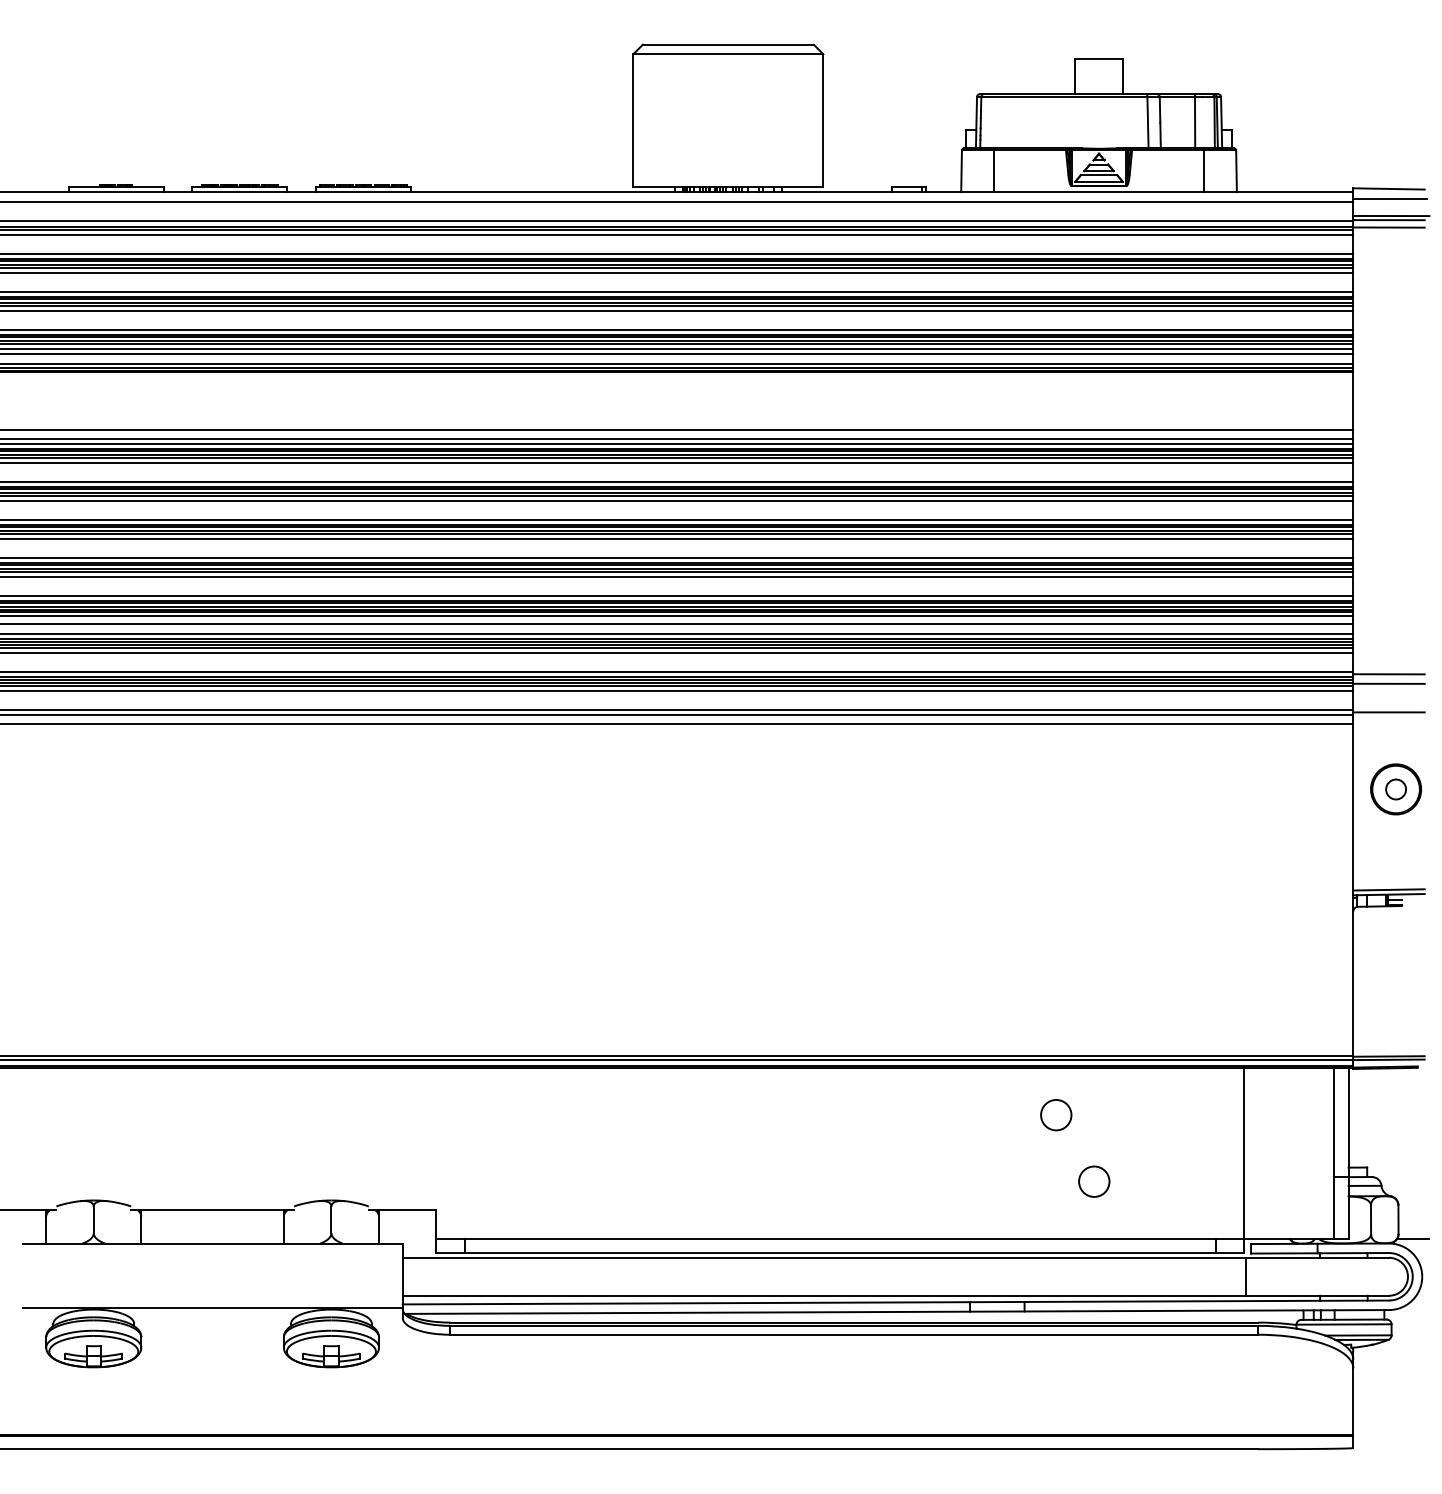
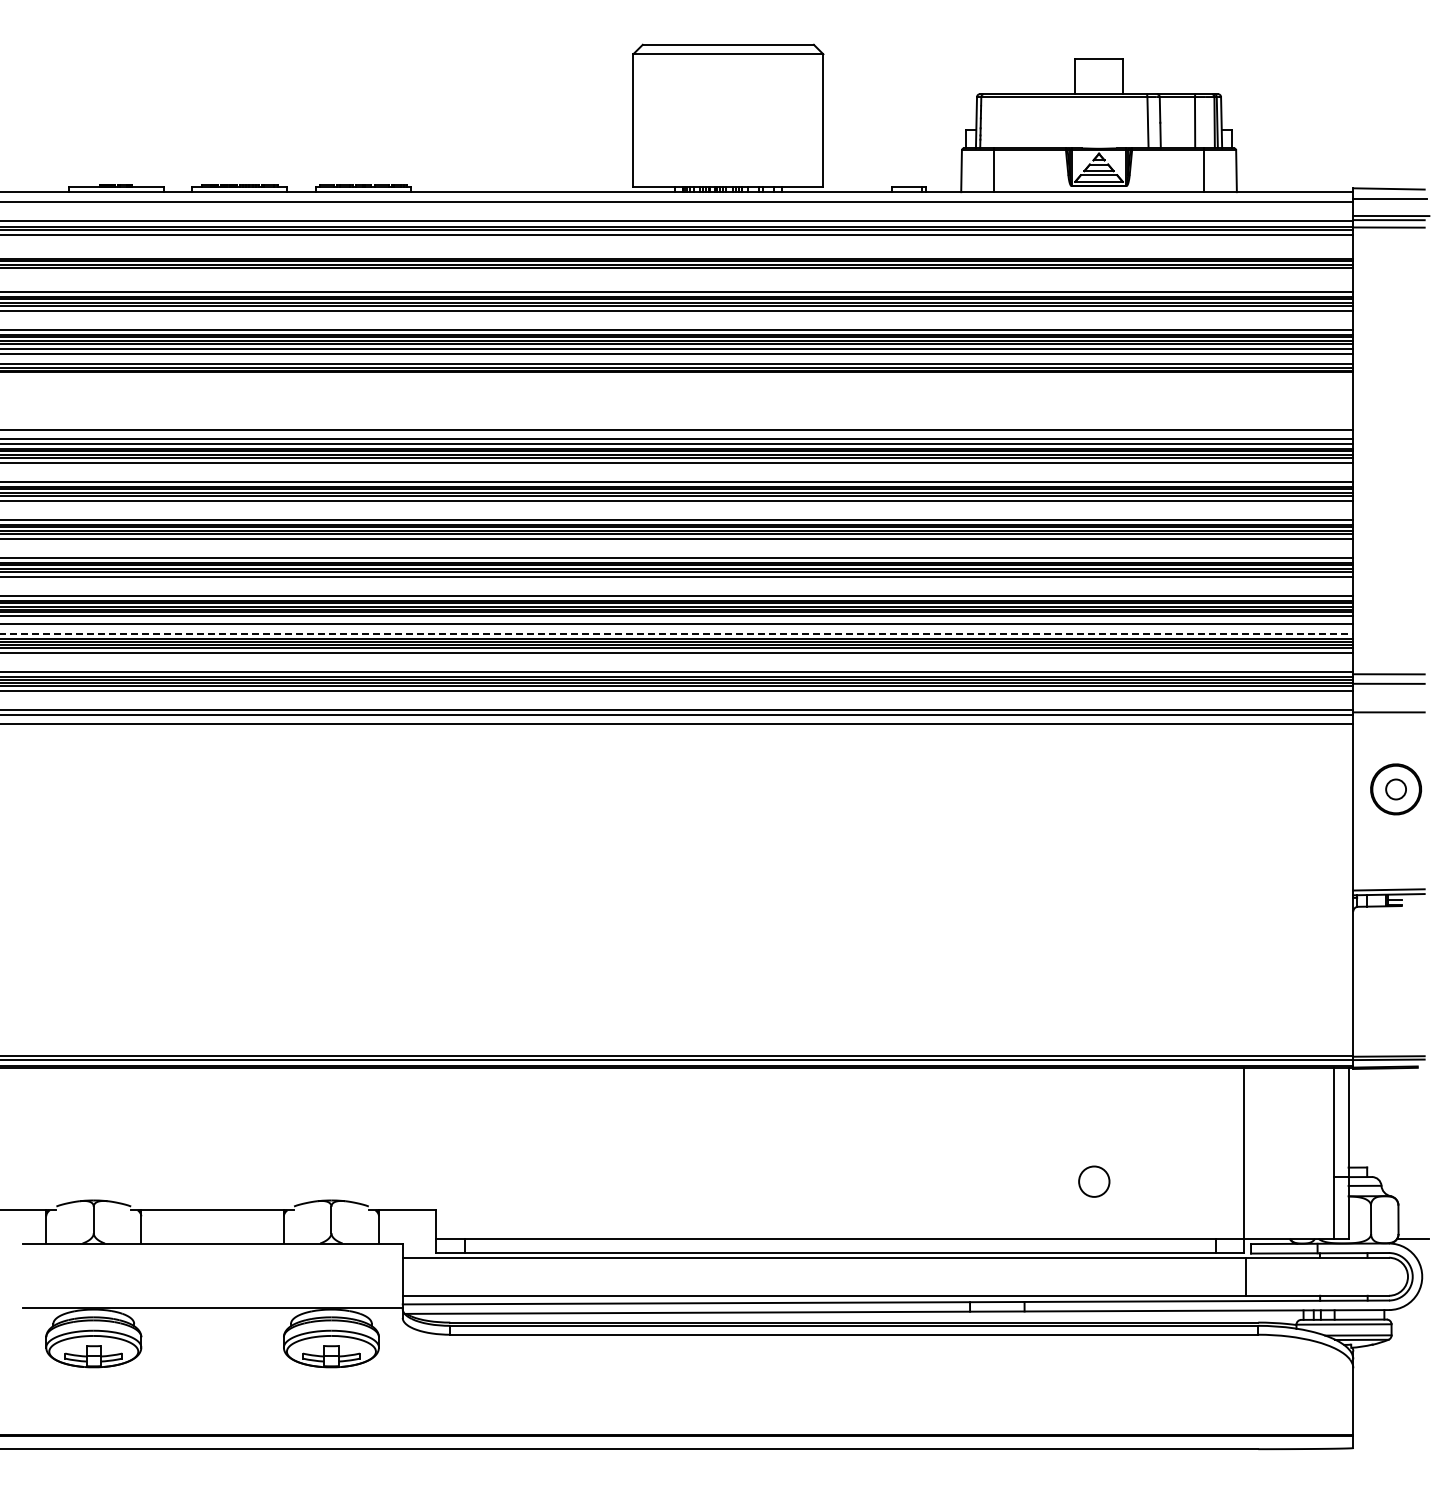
line at (677, 253): present -> none
line at (677, 272): present -> none
line at (677, 634): solid -> dashed
circle at (1056, 1115): present -> none
